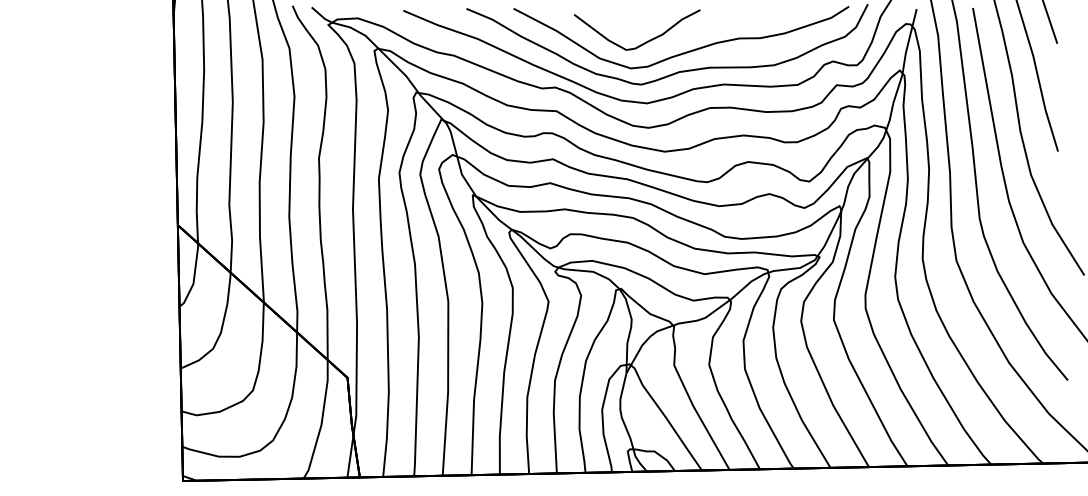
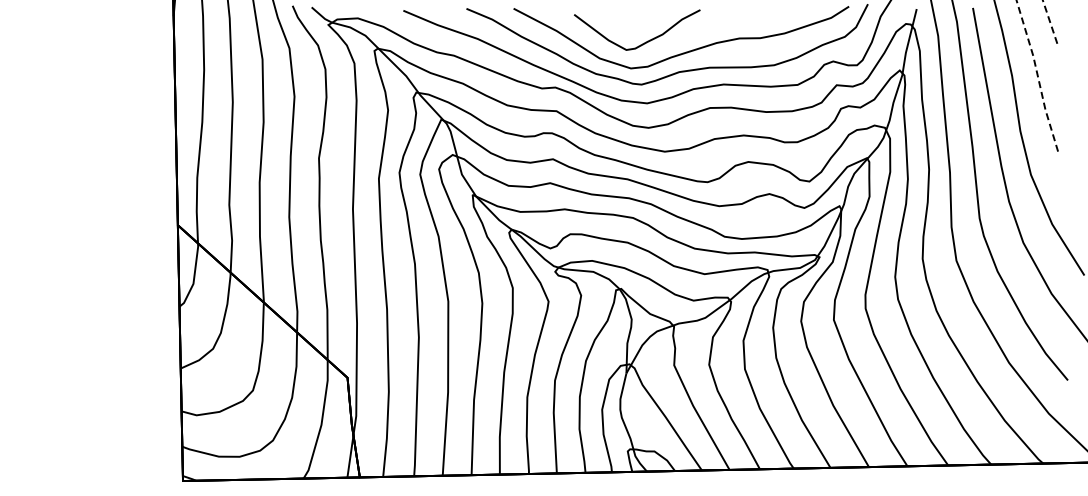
line at (1050, 22): solid -> dashed
line at (1037, 76): solid -> dashed
